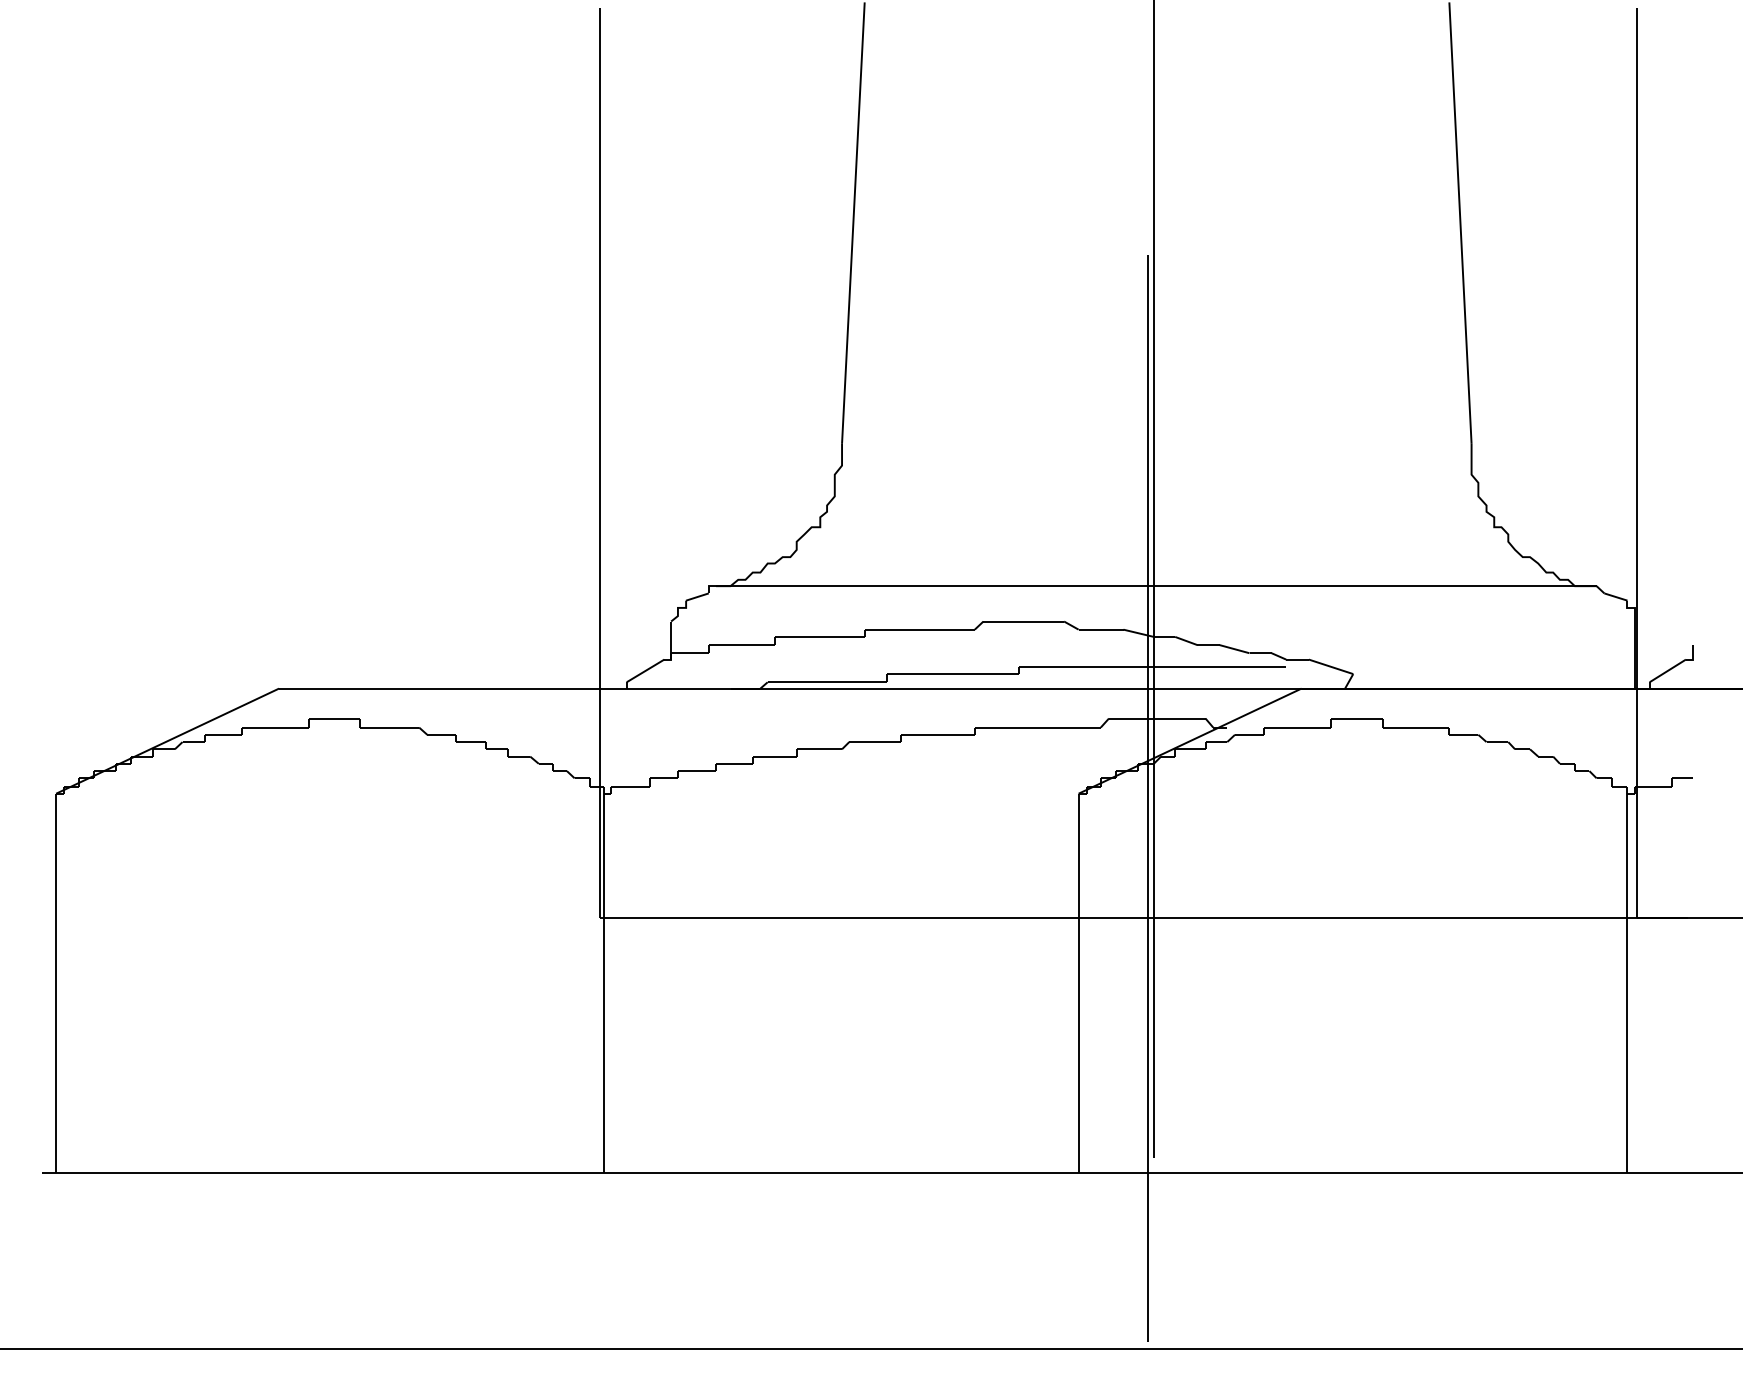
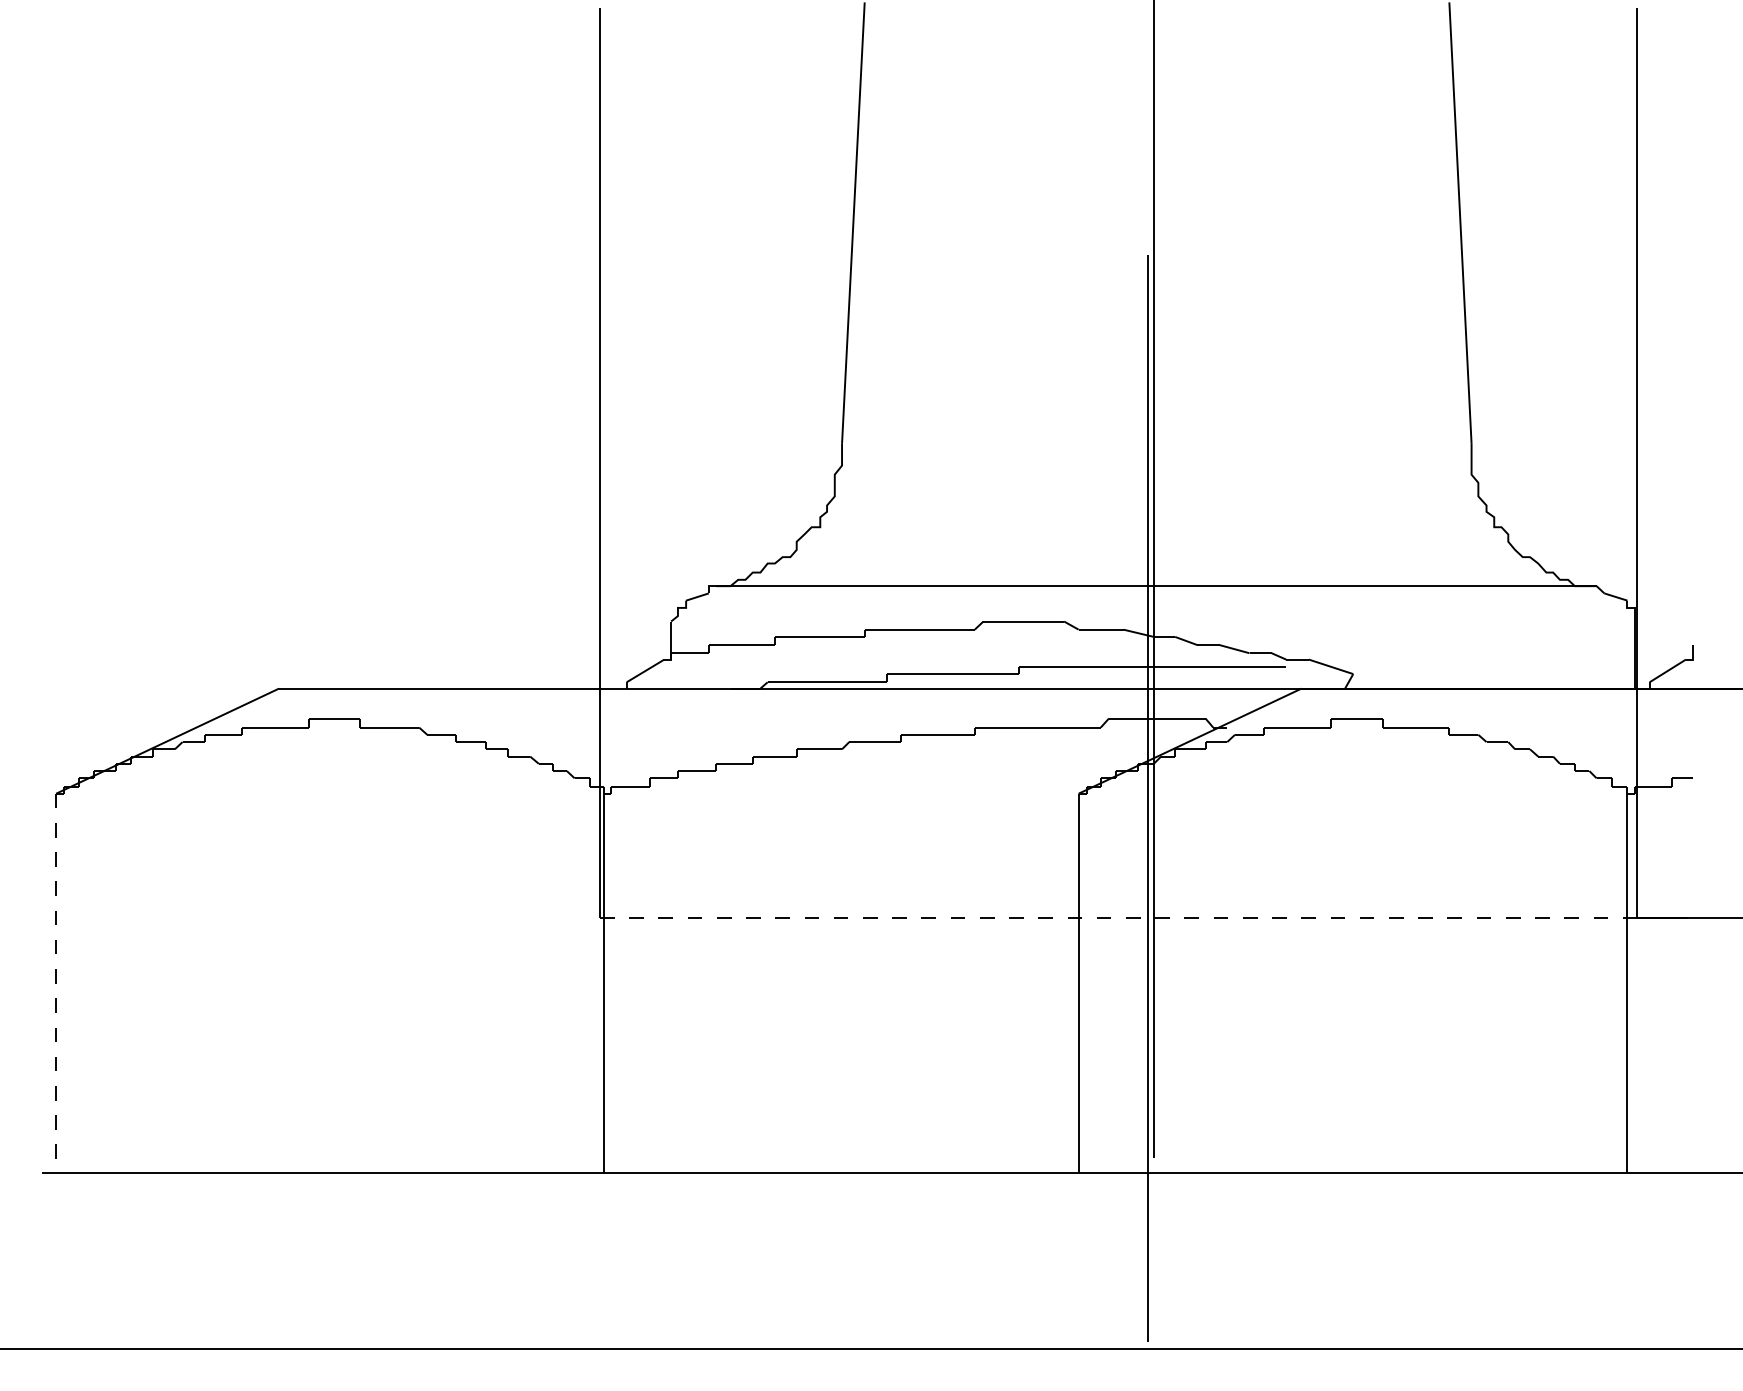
line at (1119, 917): solid -> dashed
line at (56, 983): solid -> dashed
